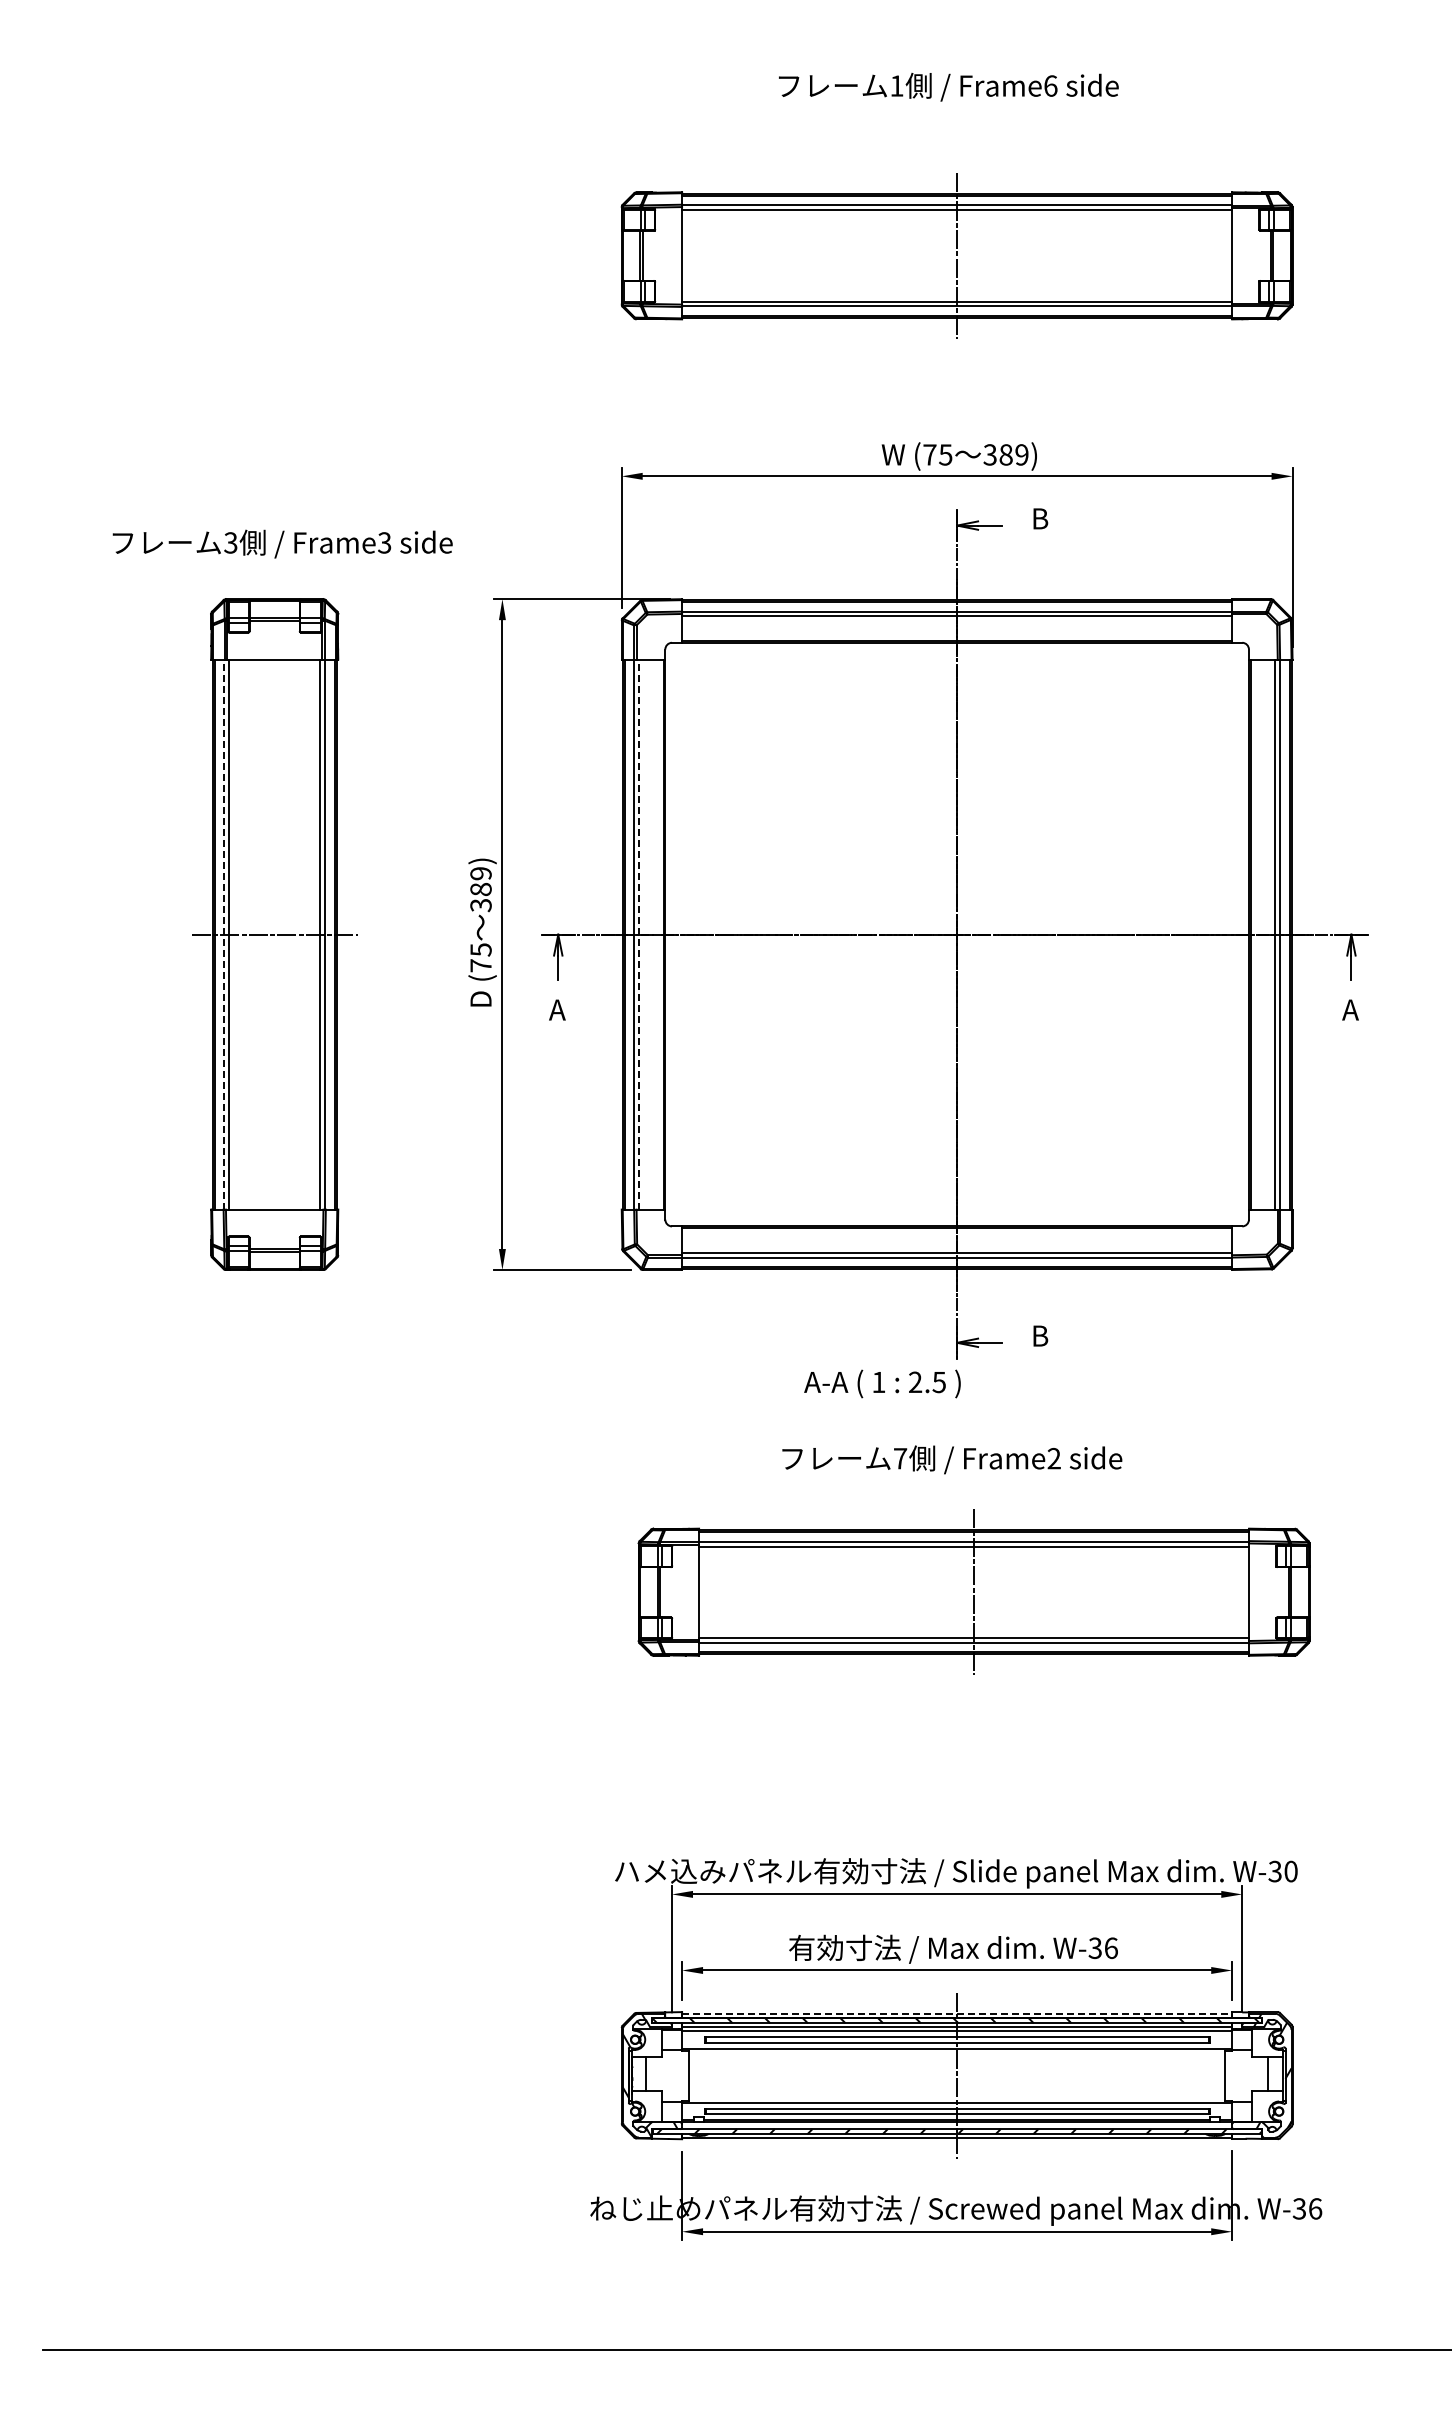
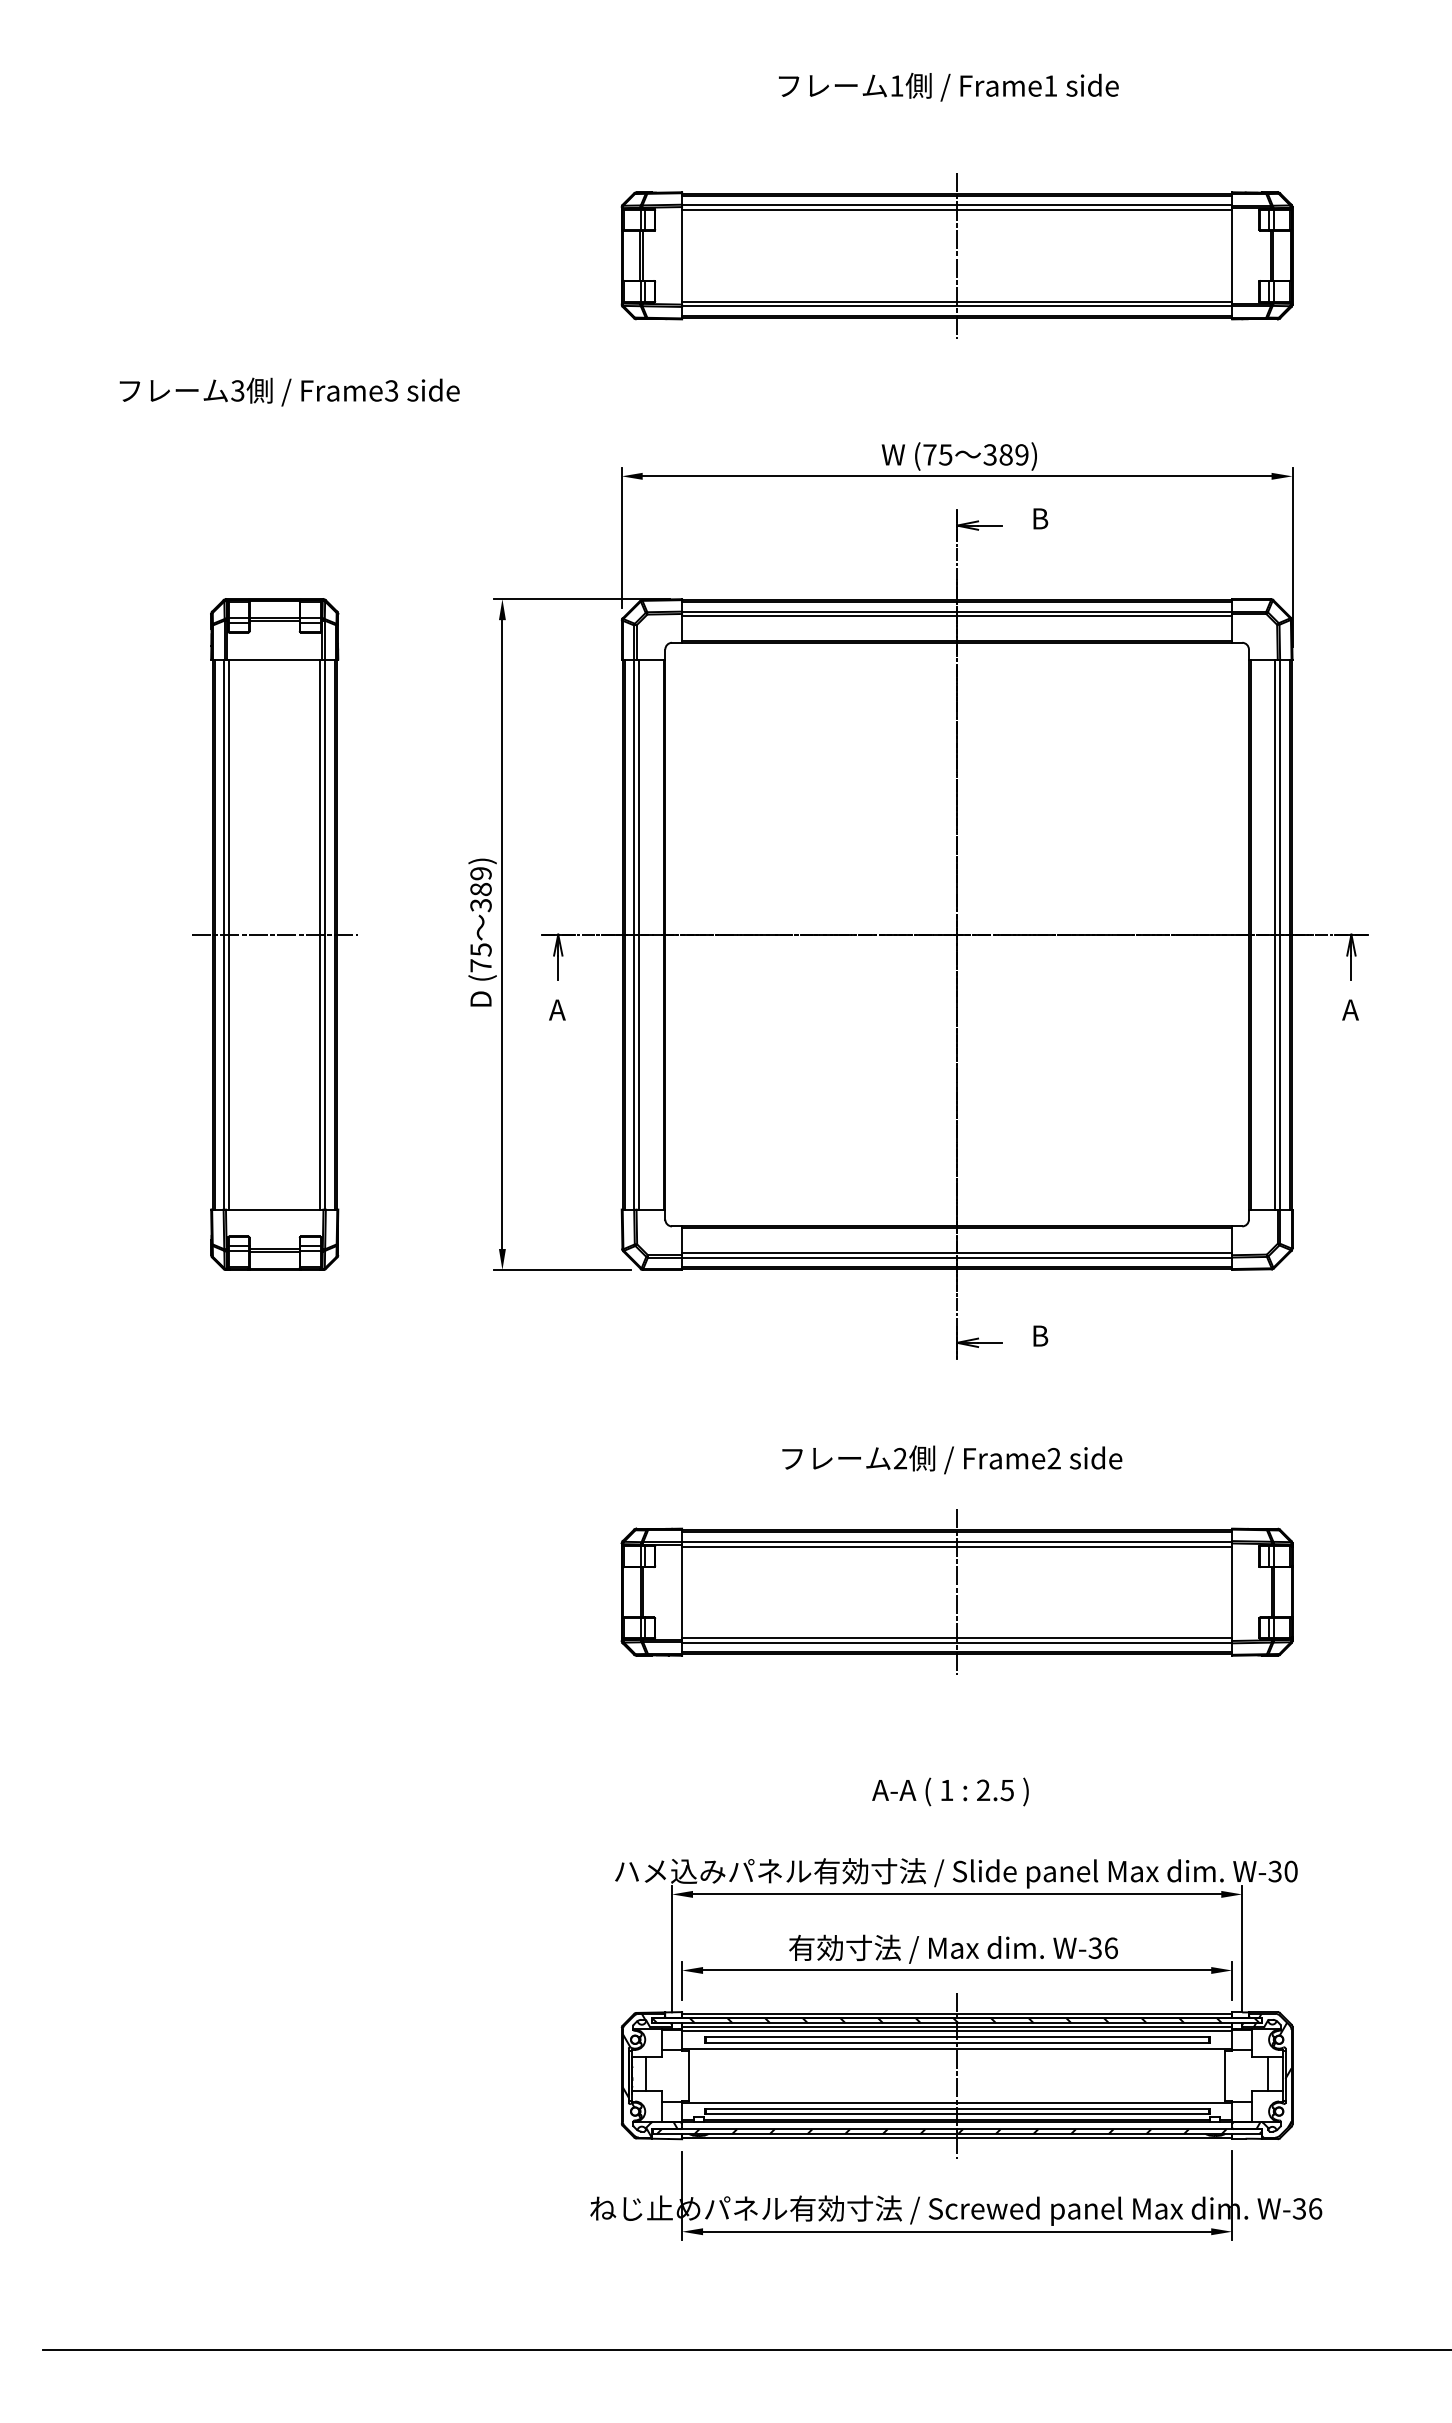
text at (1050, 85): Frame6 -> Frame1
text at (282, 543) position: (282, 543) -> (289, 391)
line at (224, 934): dashed -> solid
line at (638, 934): dashed -> solid
text at (882, 1383) position: (882, 1383) -> (950, 1791)
text at (900, 1458): 7 -> 2
part at (973, 1591) position: (973, 1591) -> (956, 1591)
line at (957, 2013): dashed -> solid
